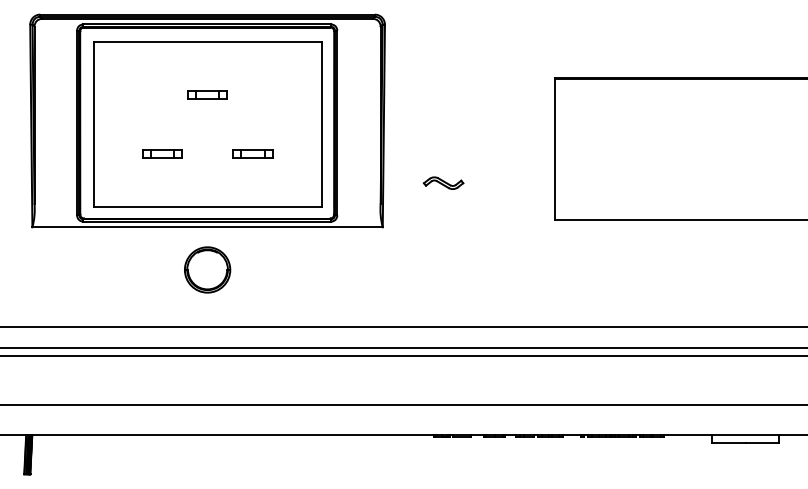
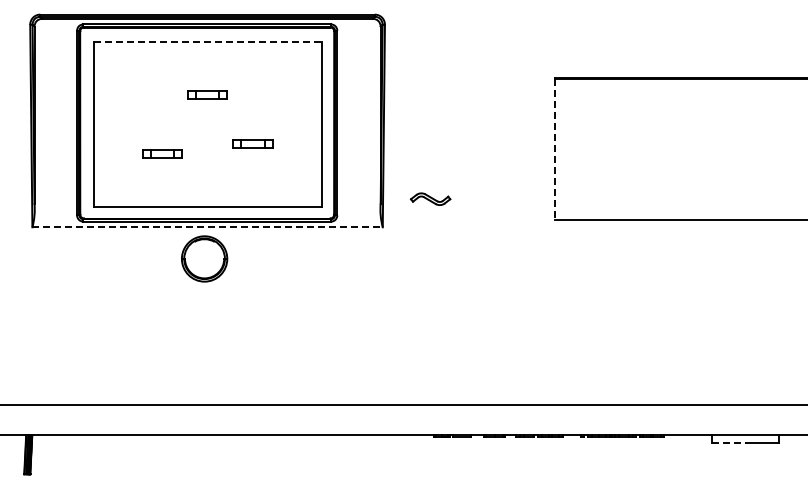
line at (208, 41): solid -> dashed
line at (555, 149): solid -> dashed
part at (252, 153) position: (252, 153) -> (252, 143)
part at (443, 182) position: (443, 182) -> (430, 198)
line at (208, 227): solid -> dashed
part at (207, 269) position: (207, 269) -> (204, 258)
line at (403, 326): present -> none
line at (403, 348): present -> none
line at (403, 355): present -> none
line at (729, 442): solid -> dashed
